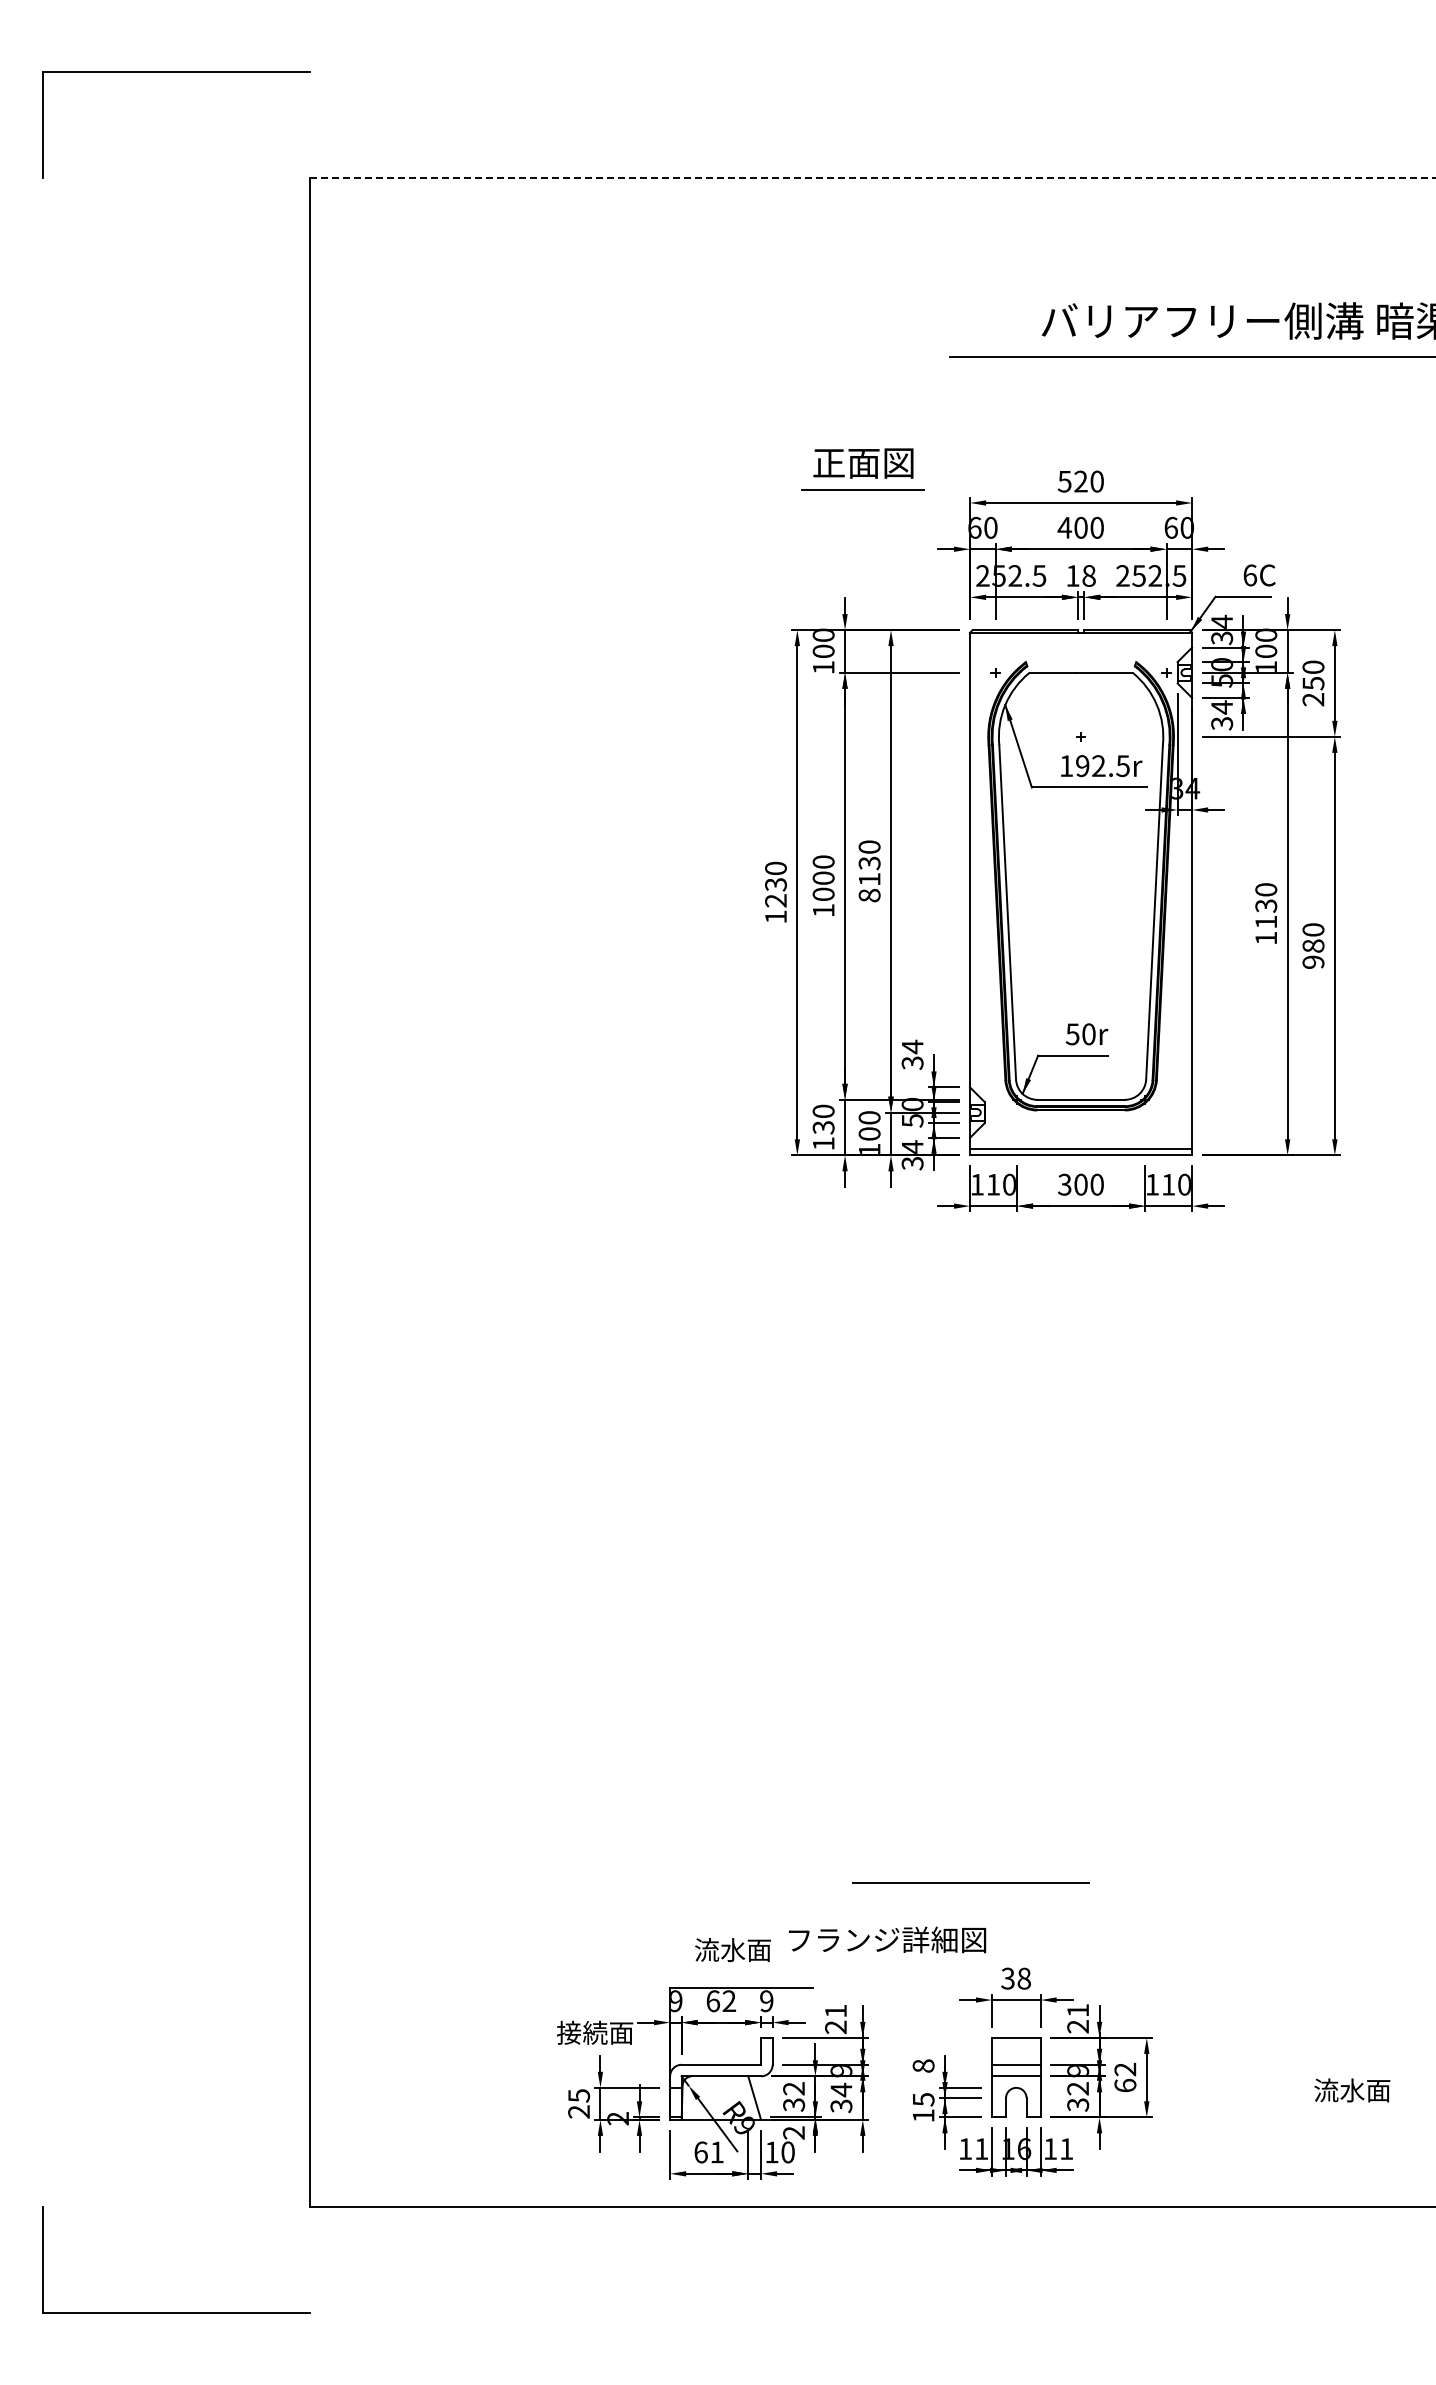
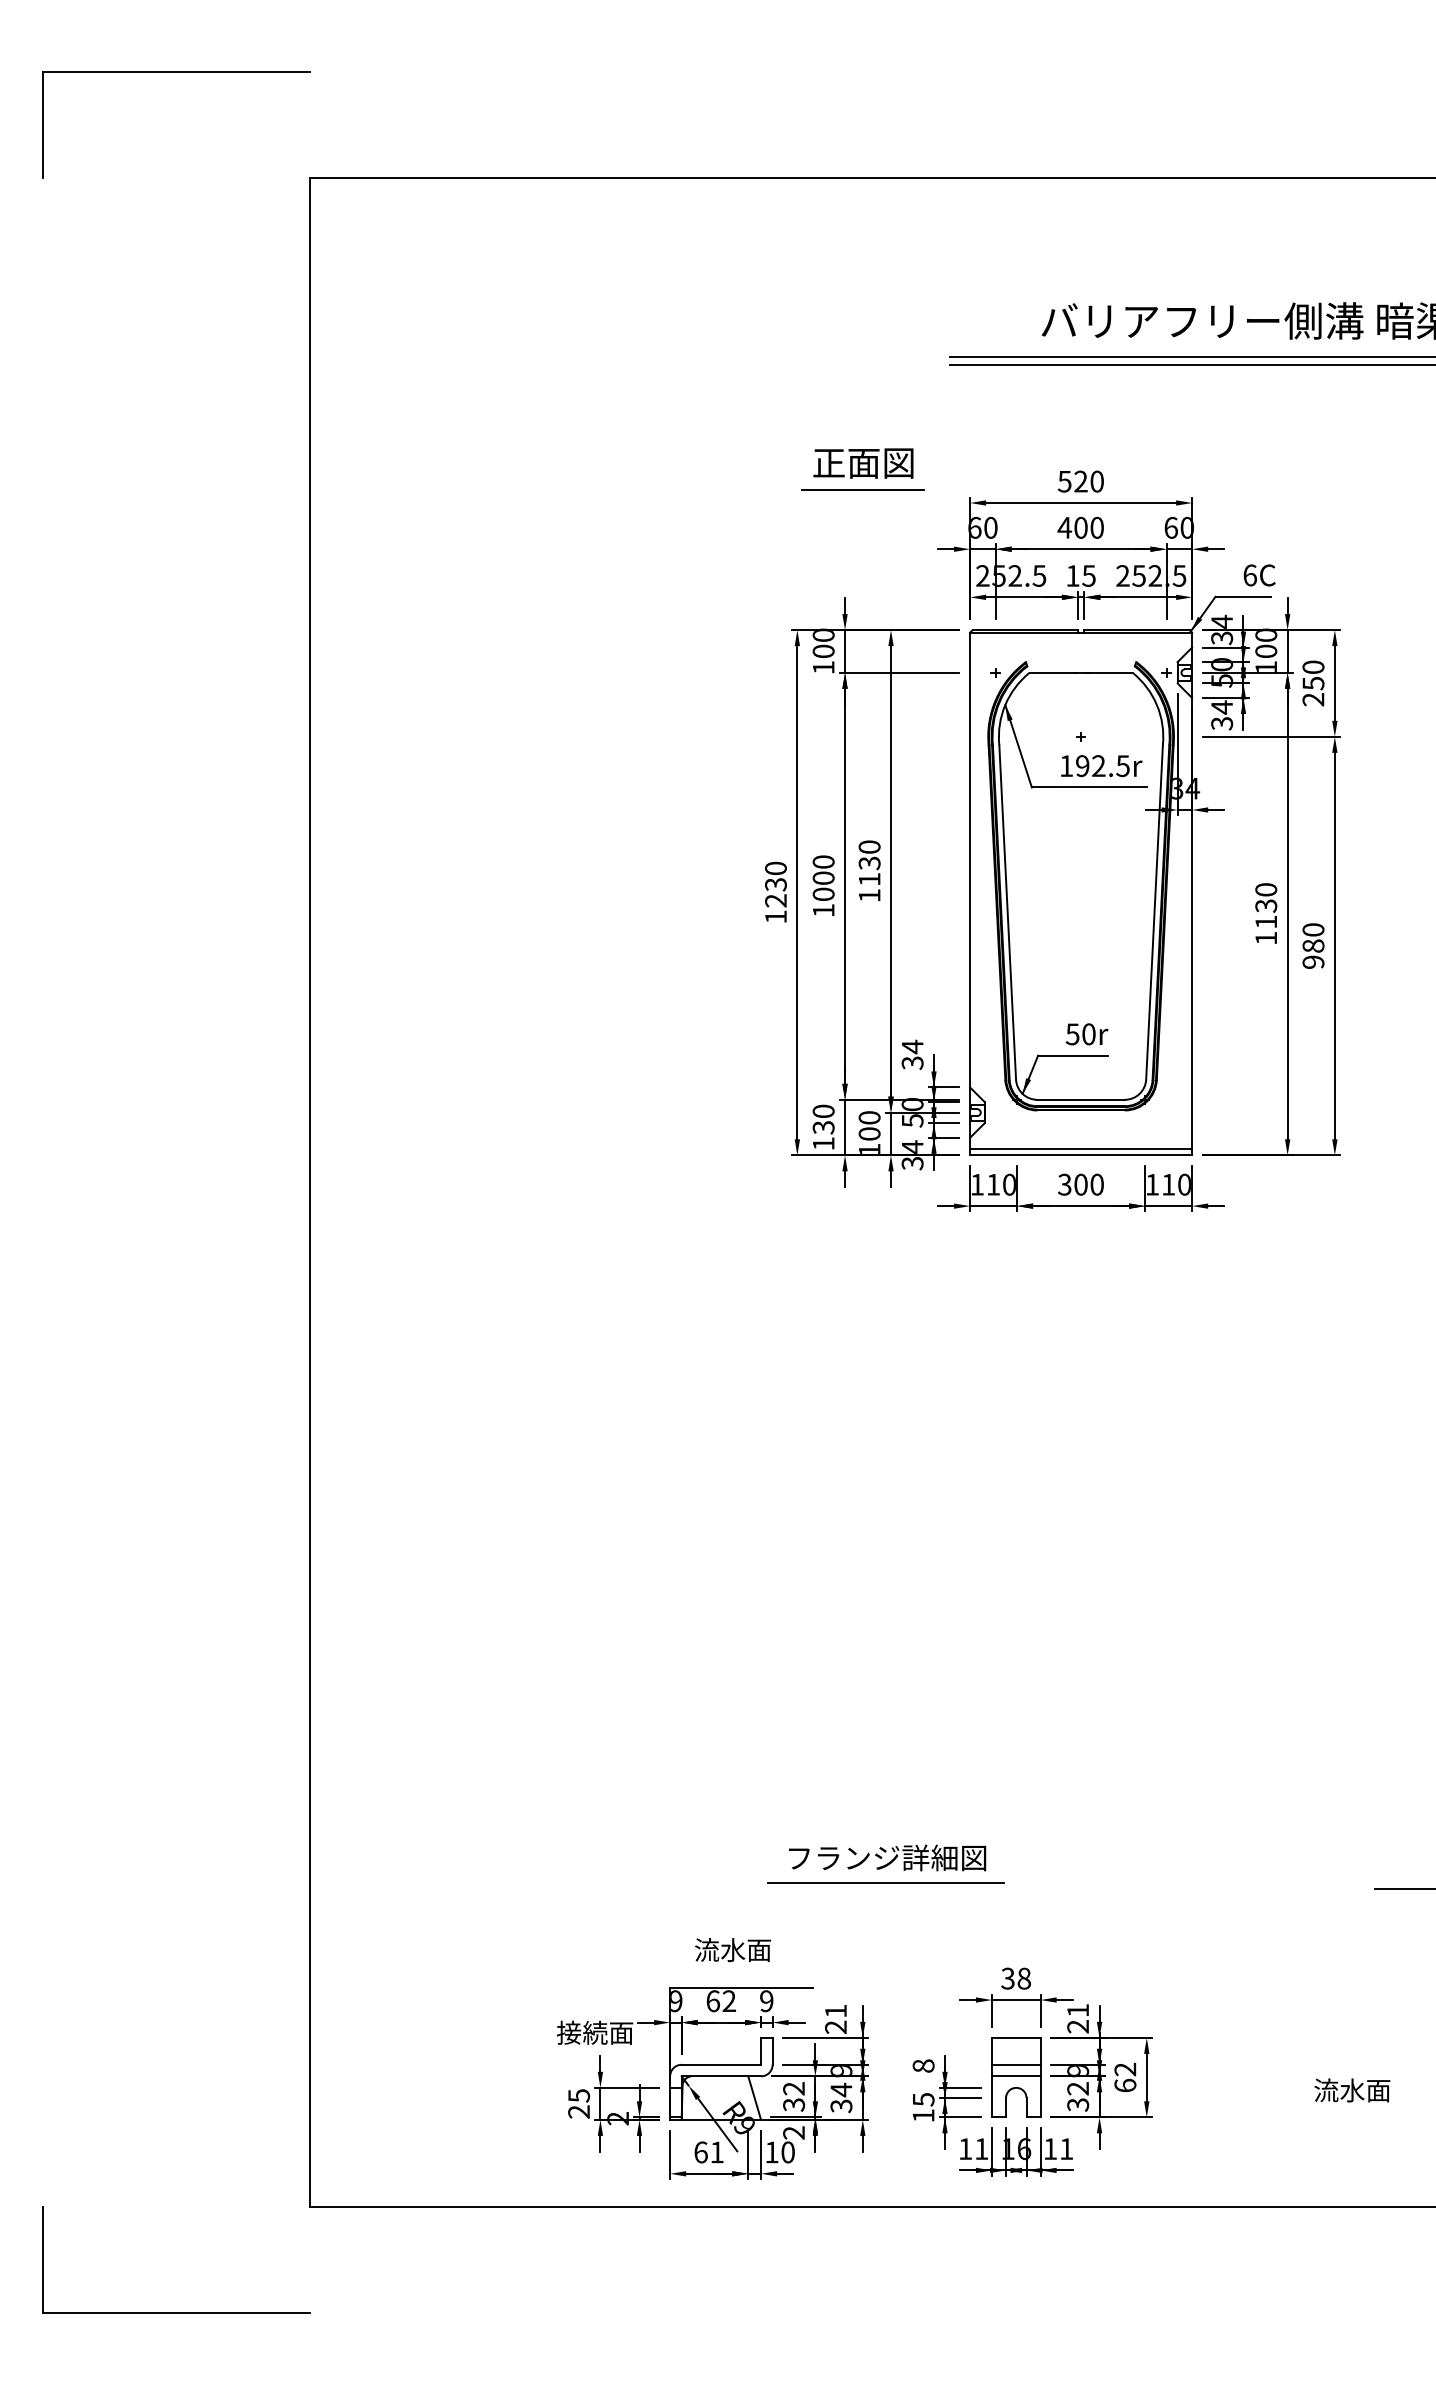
line at (872, 178): dashed -> solid
line at (1191, 365): none -> present
text at (1088, 575): 18 -> 15
text at (869, 895): 8130 -> 1130
line at (970, 1882) position: (970, 1882) -> (885, 1882)
line at (1403, 1889): none -> present
text at (887, 1939) position: (887, 1939) -> (887, 1857)
